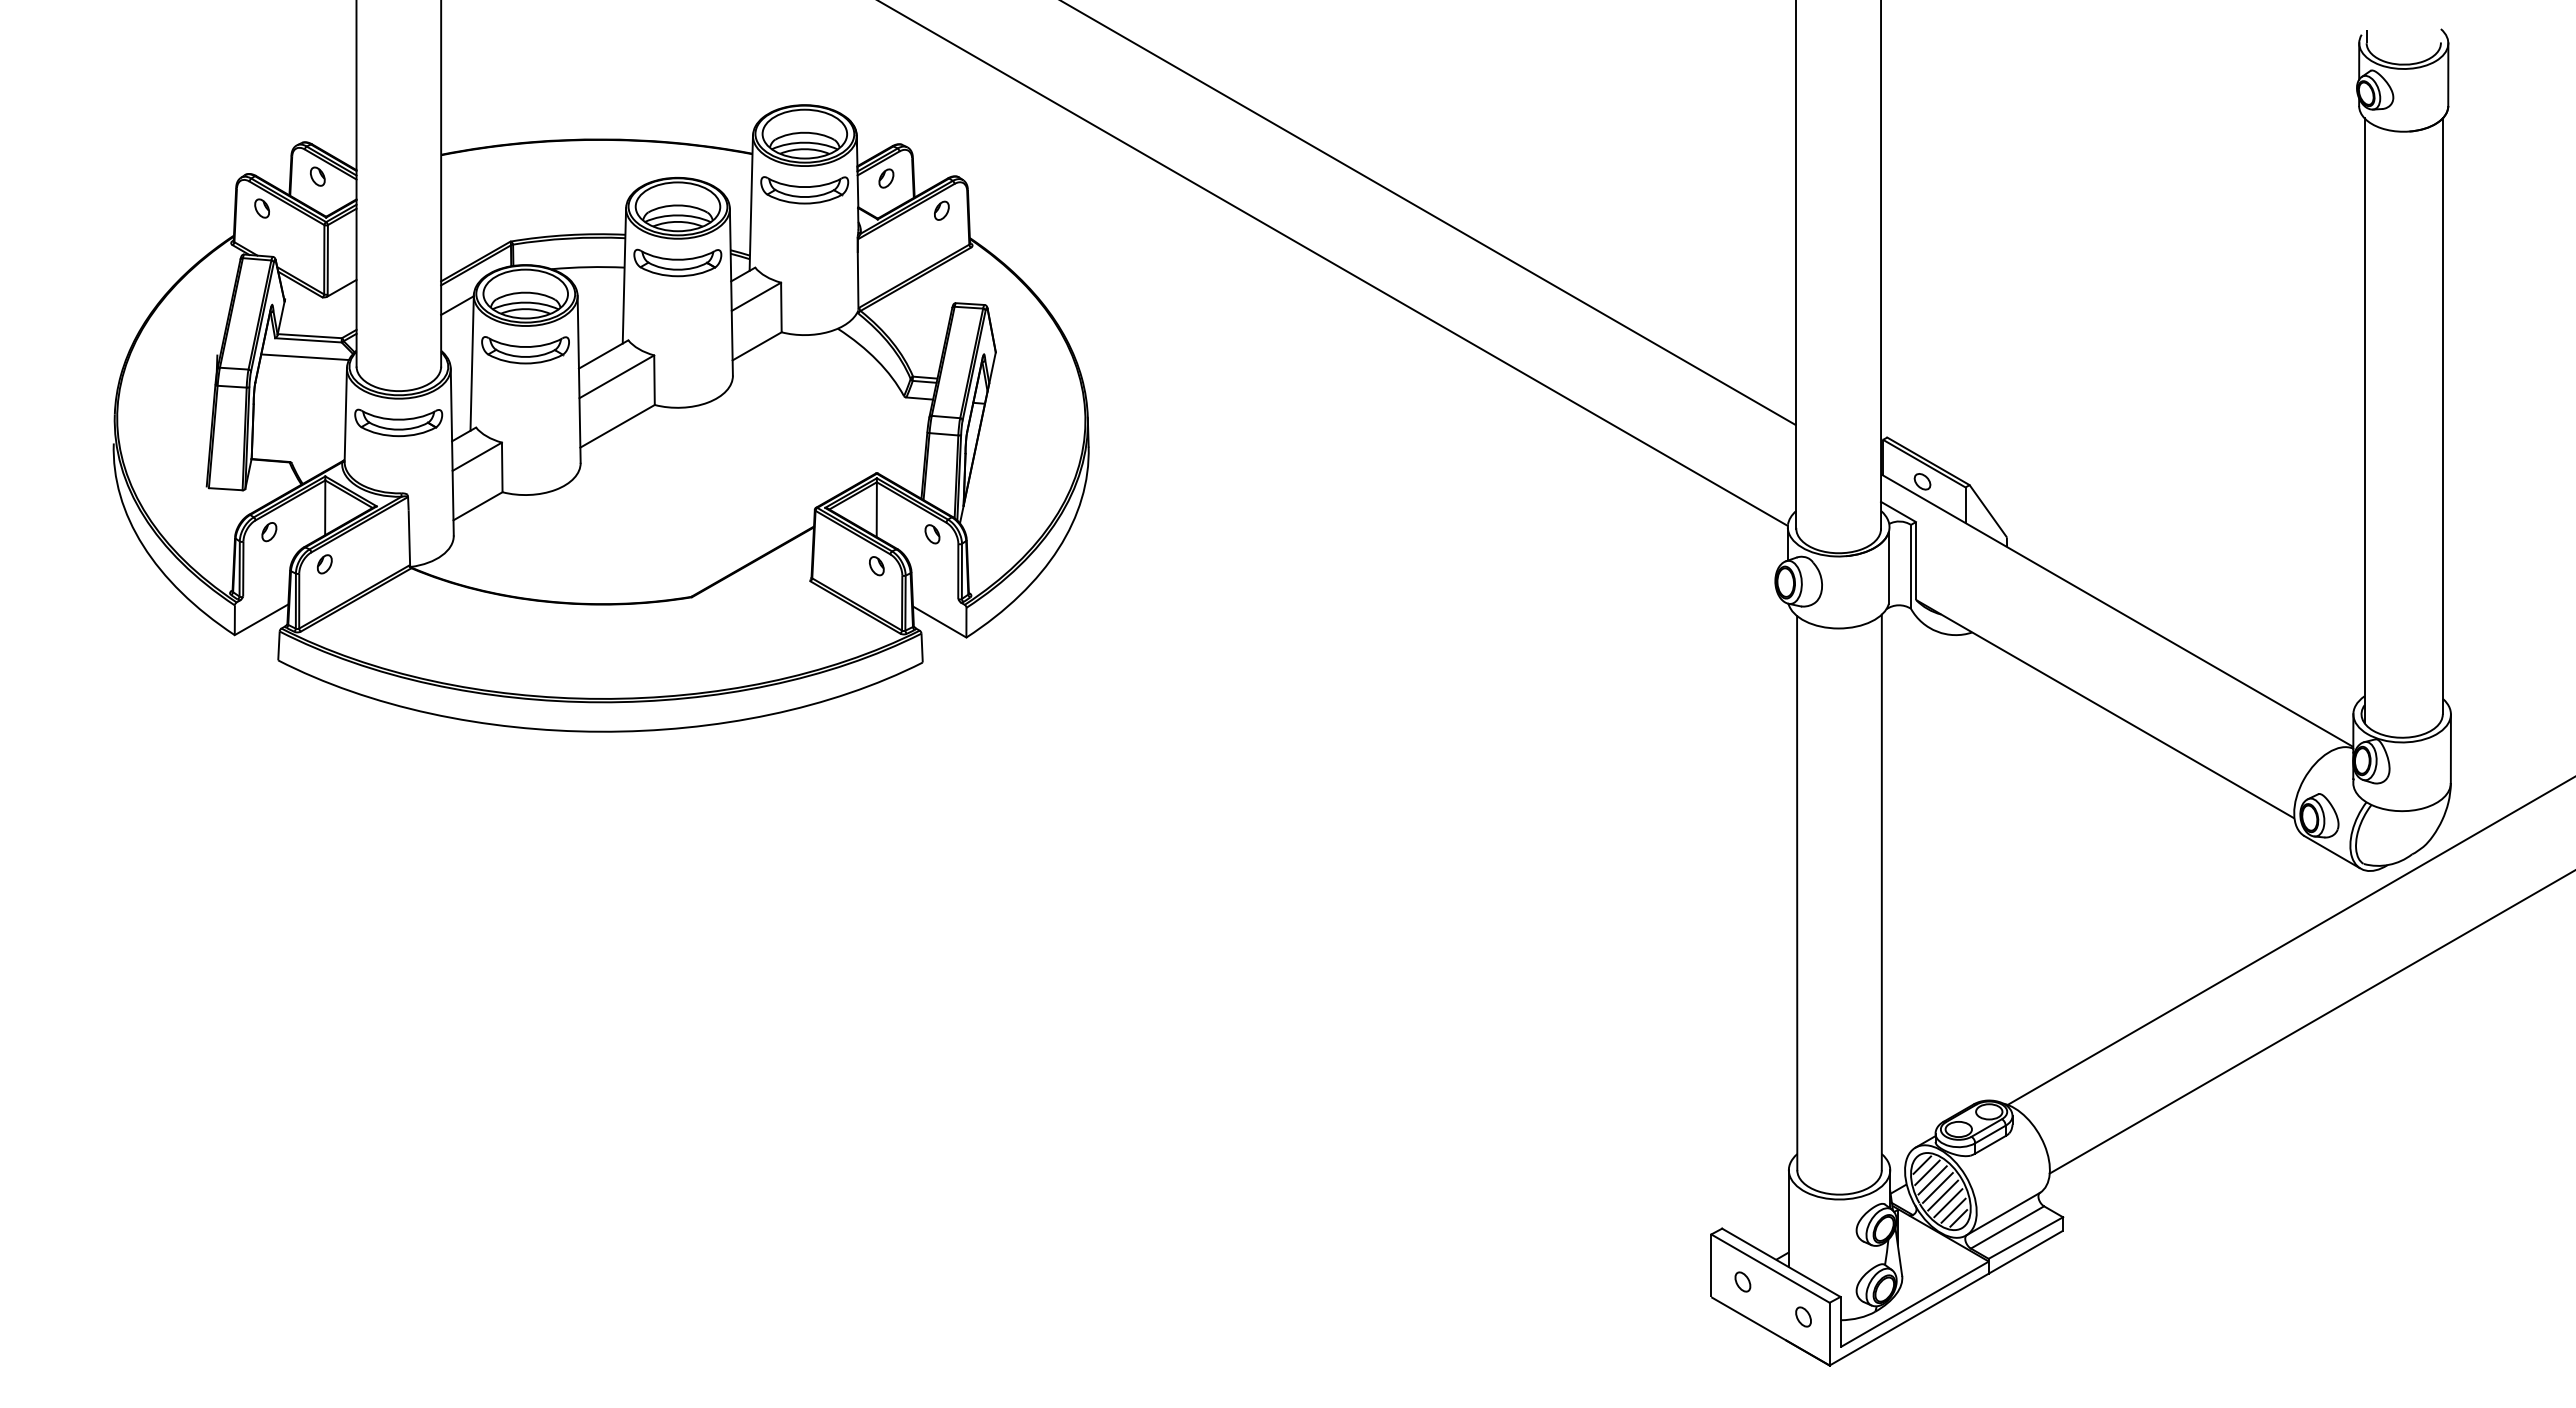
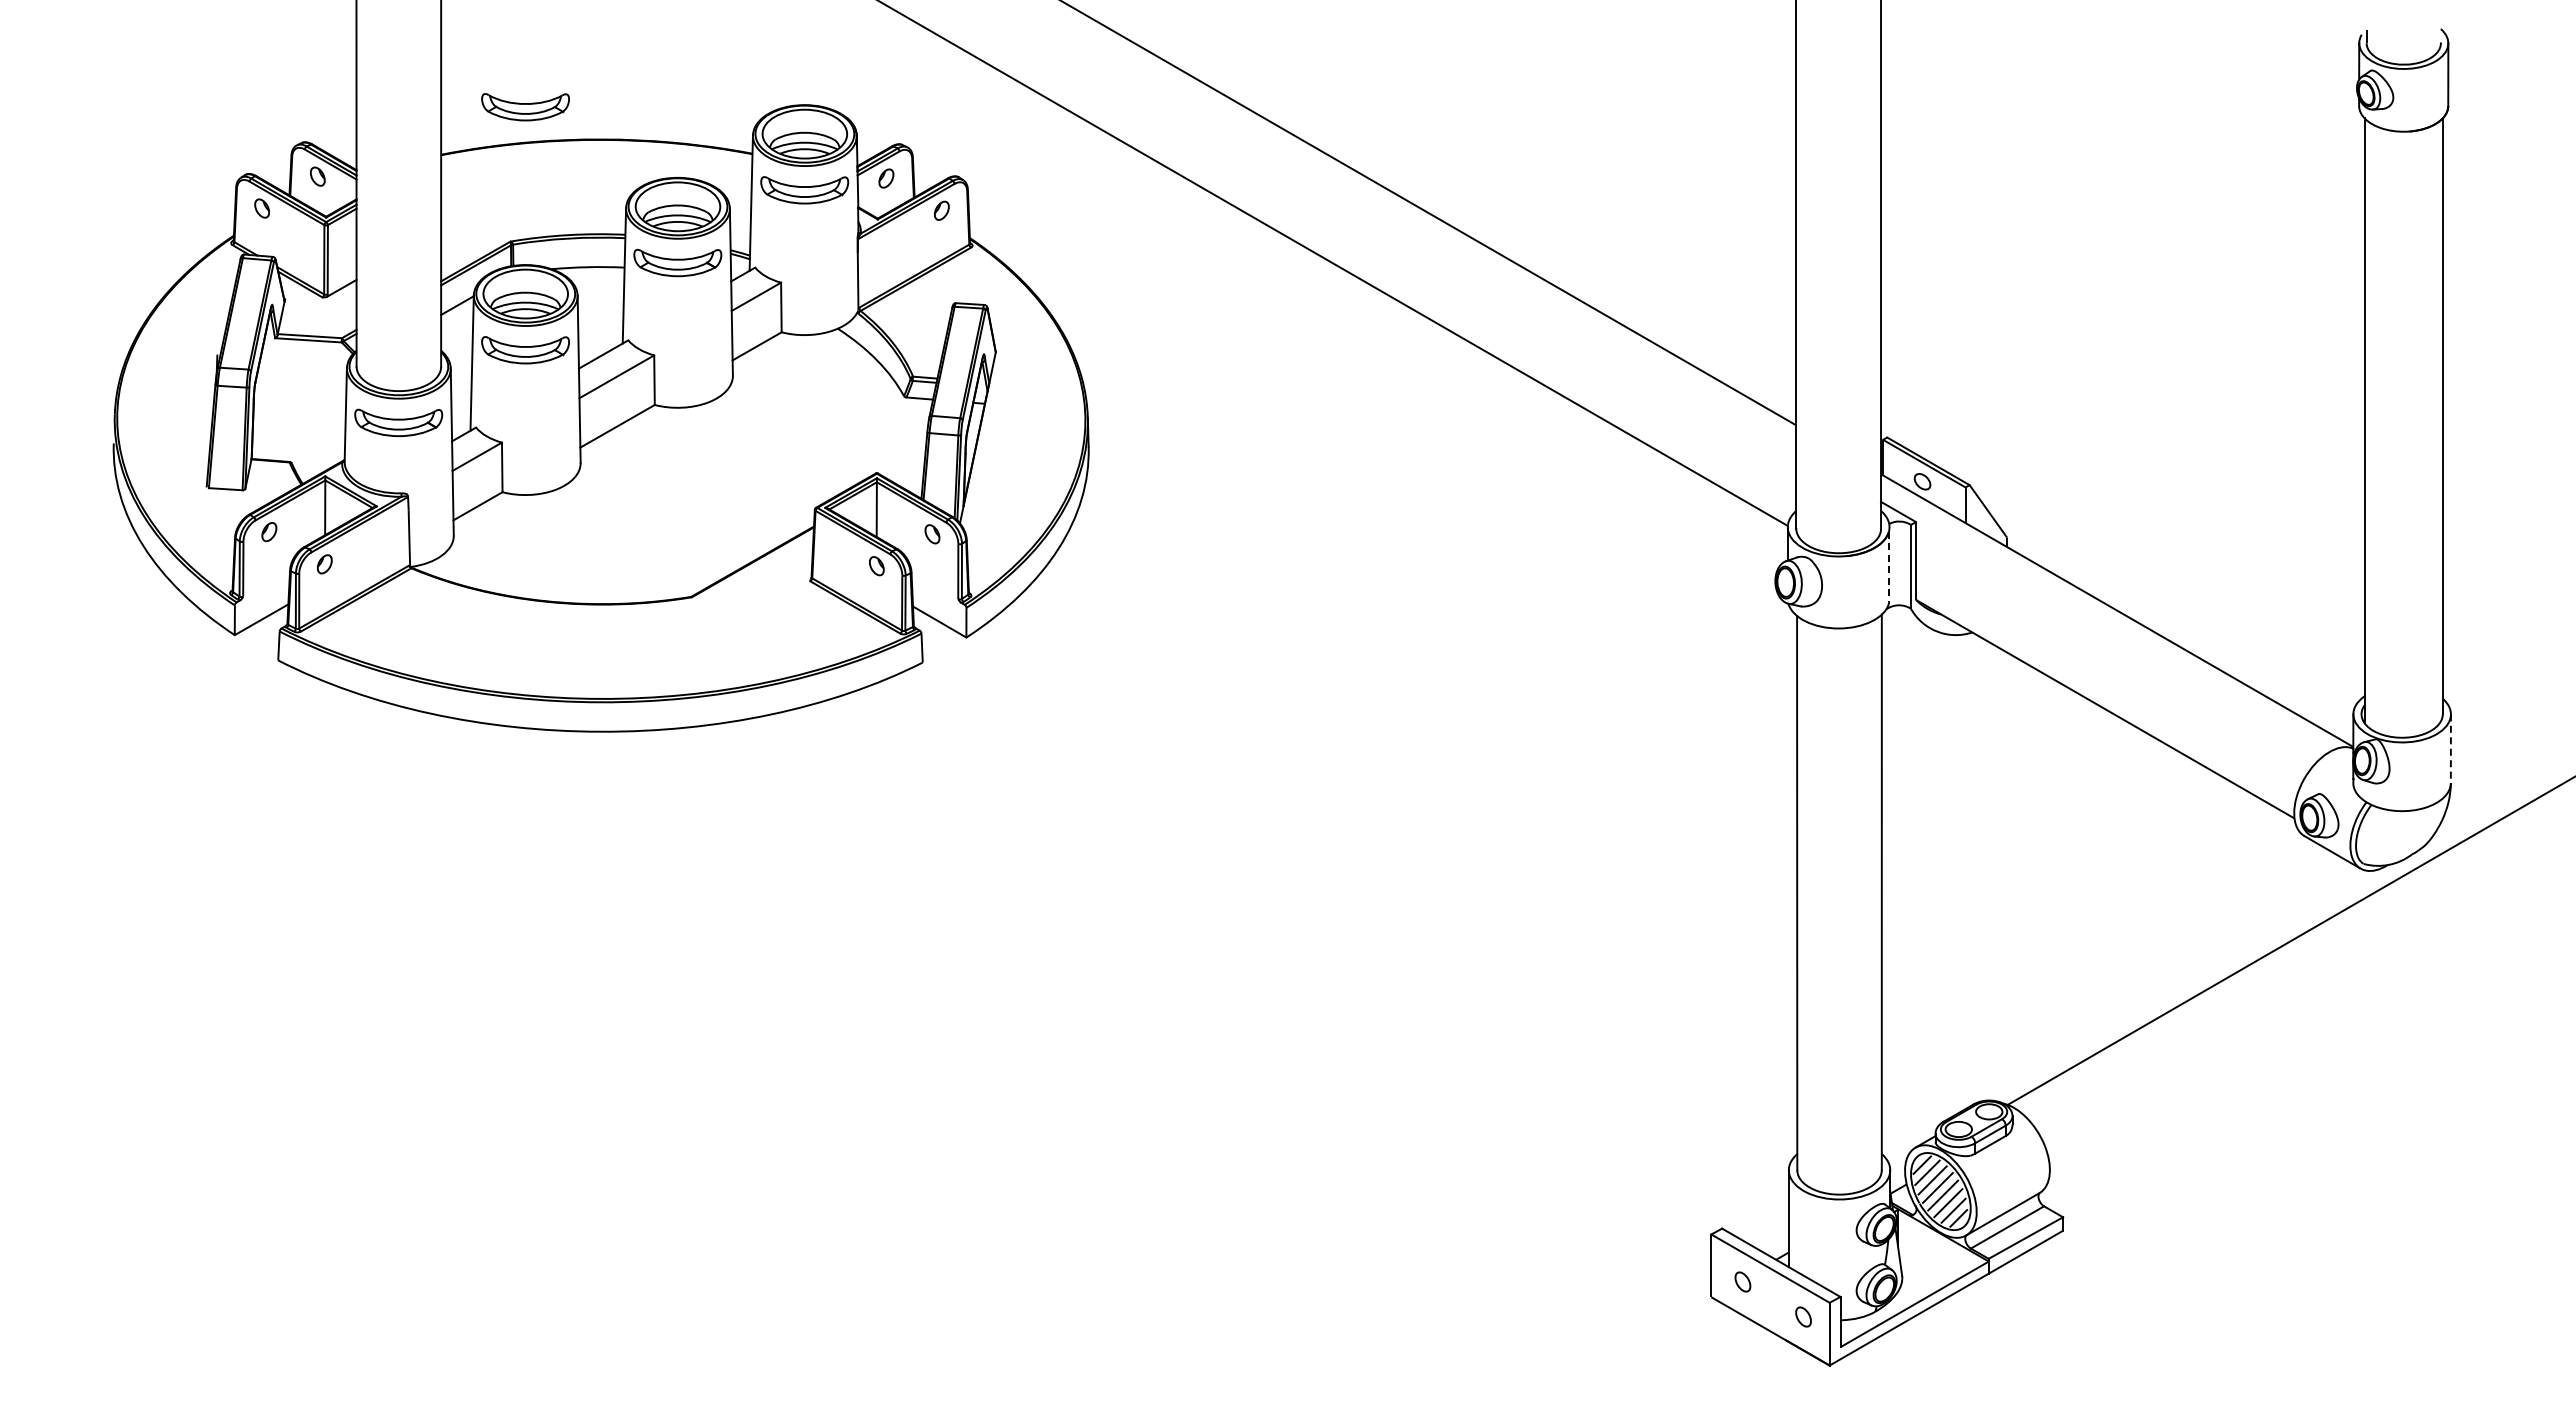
part at (525, 107): none -> present
line at (304, 357): present -> none
line at (1888, 567): solid -> dashed
line at (2450, 749): solid -> dashed
line at (2310, 1022): present -> none
